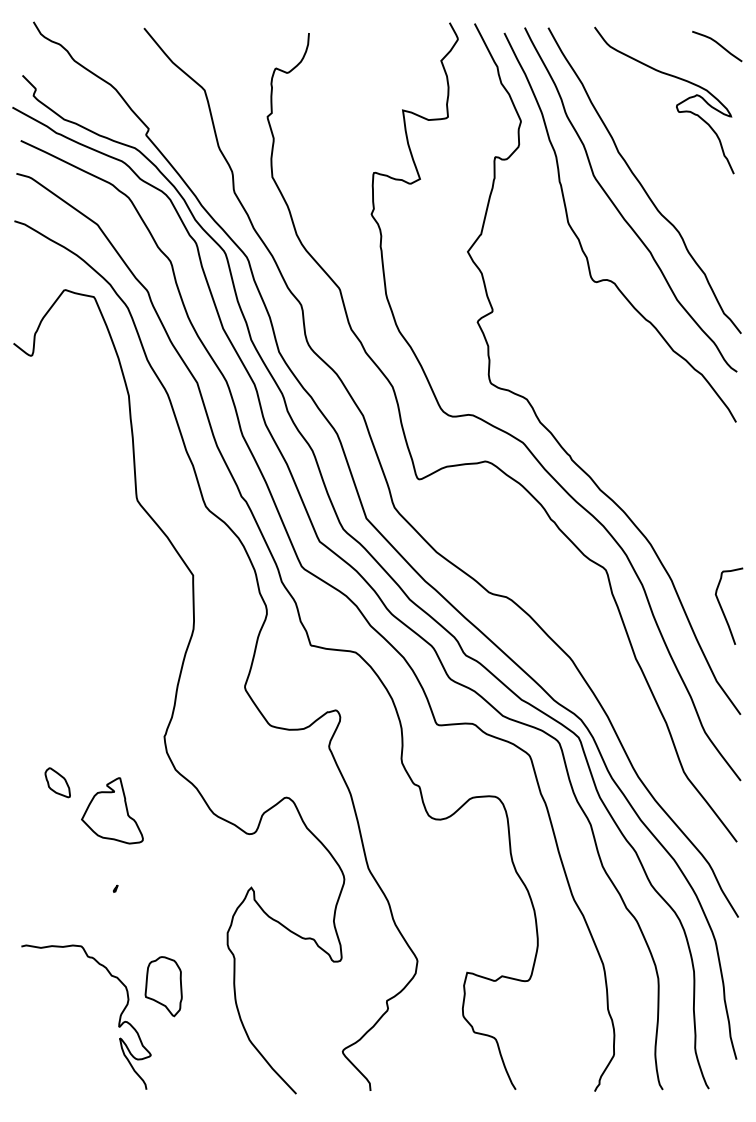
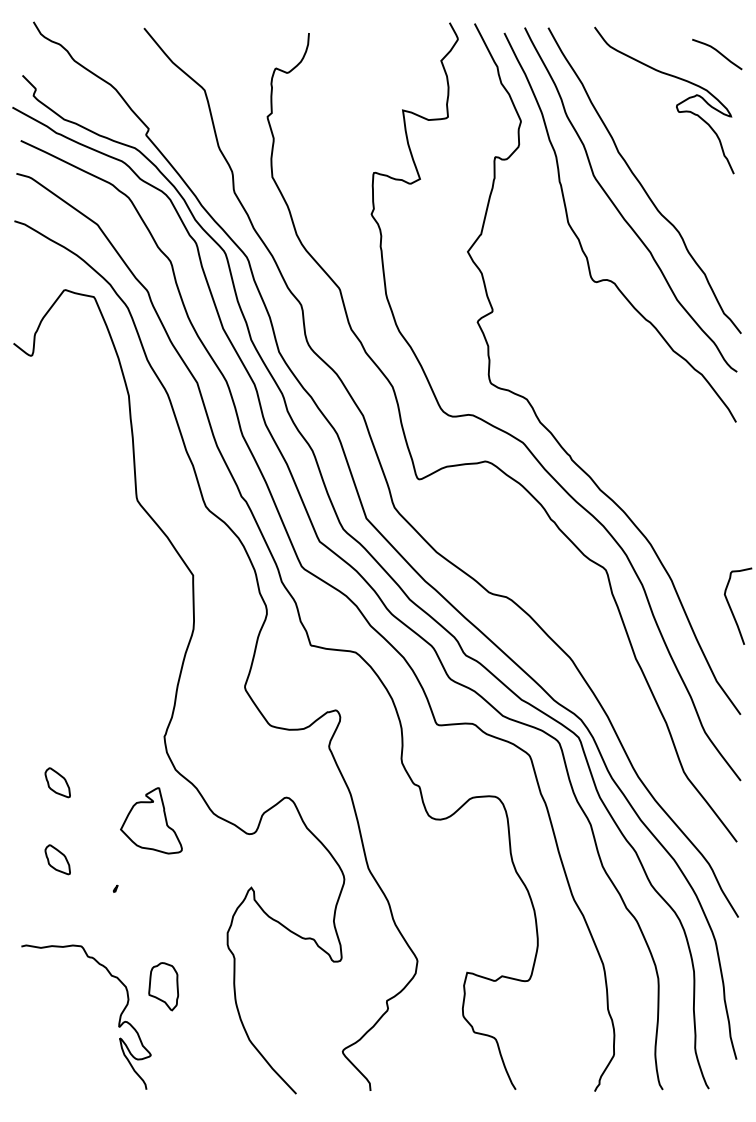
curve at (718, 45) position: (718, 45) -> (718, 53)
curve at (722, 607) position: (722, 607) -> (731, 607)
part at (112, 810) position: (112, 810) -> (151, 820)
part at (57, 859): none -> present
part at (163, 986) size: 39x62 px -> 32x50 px
